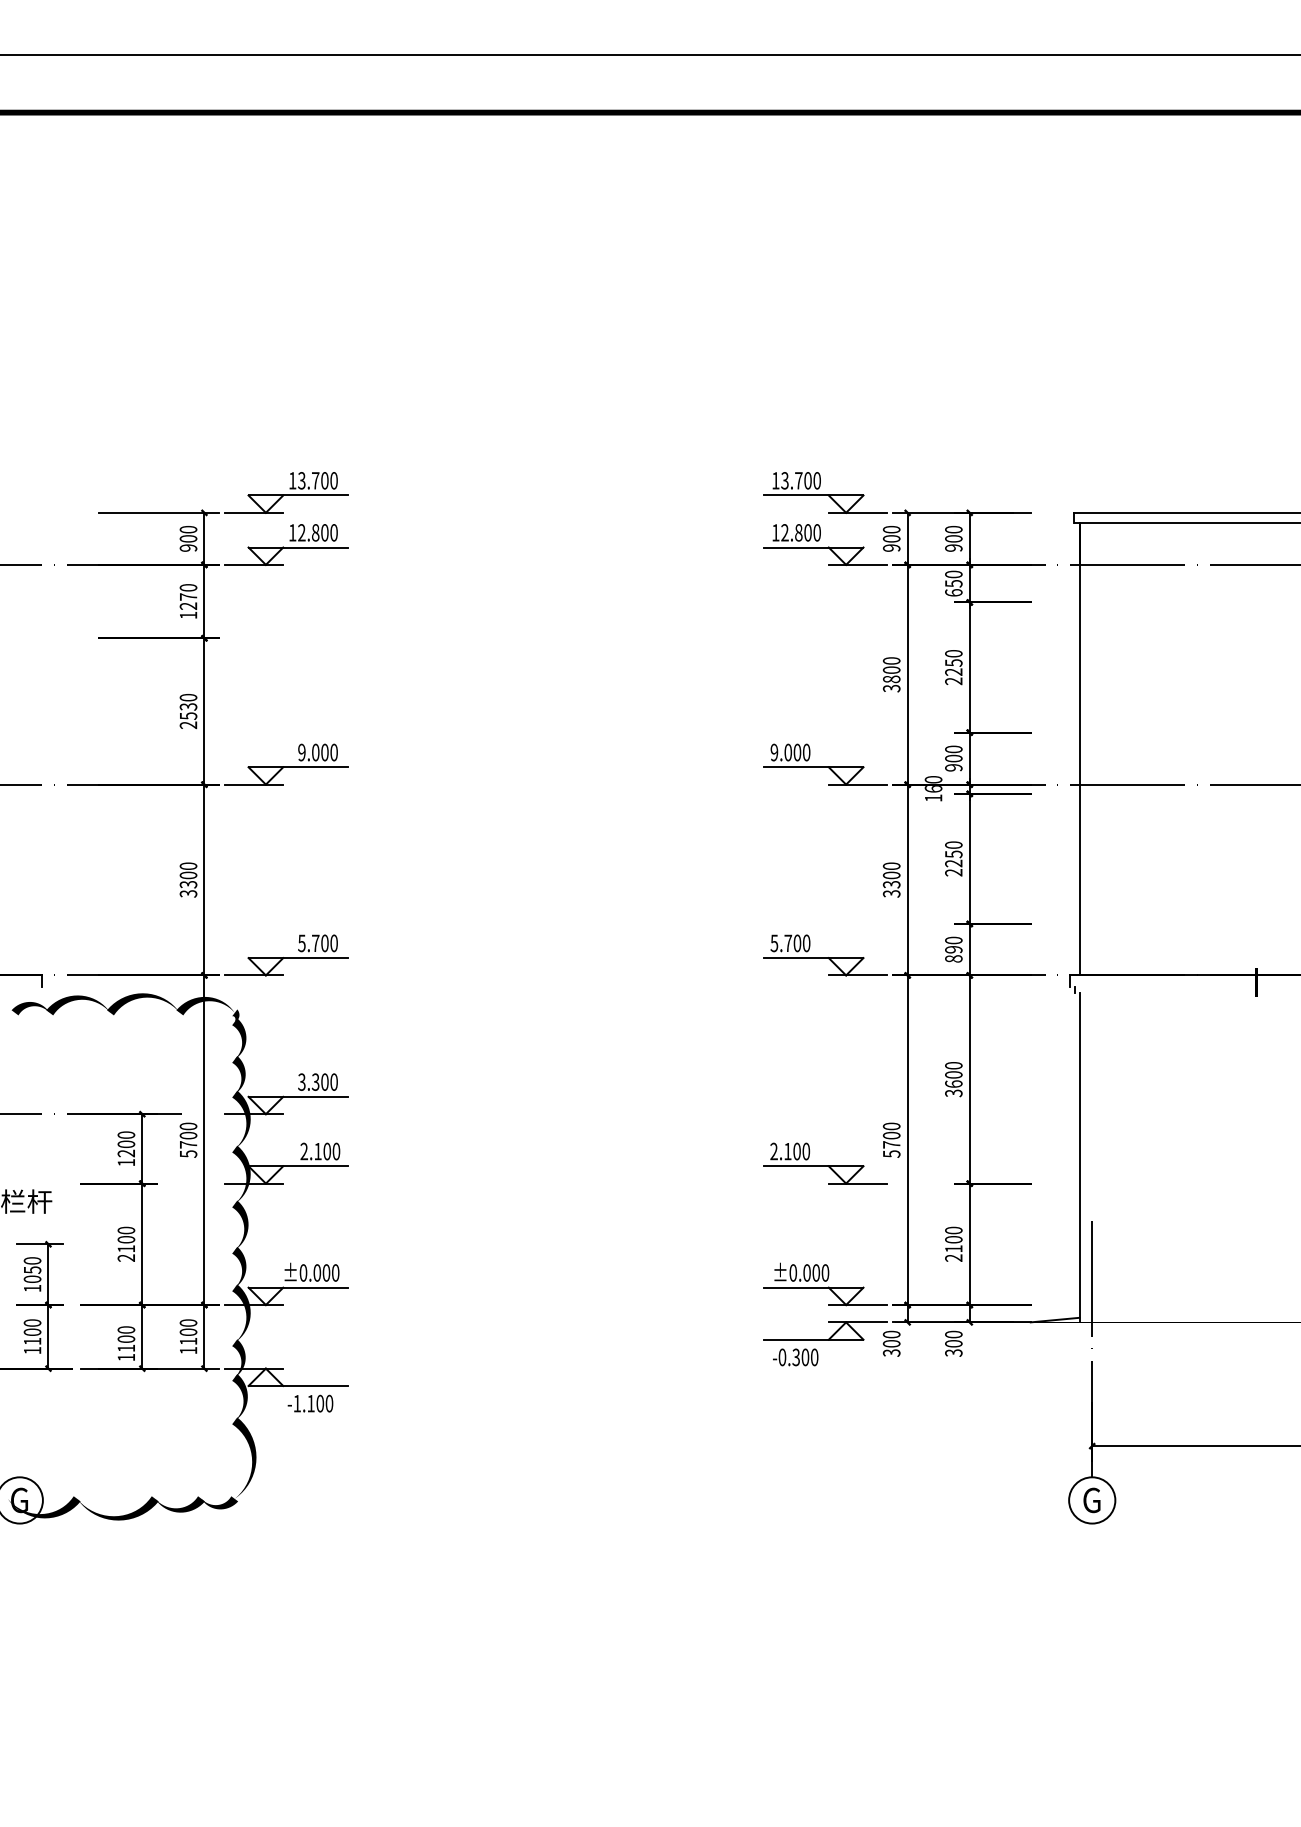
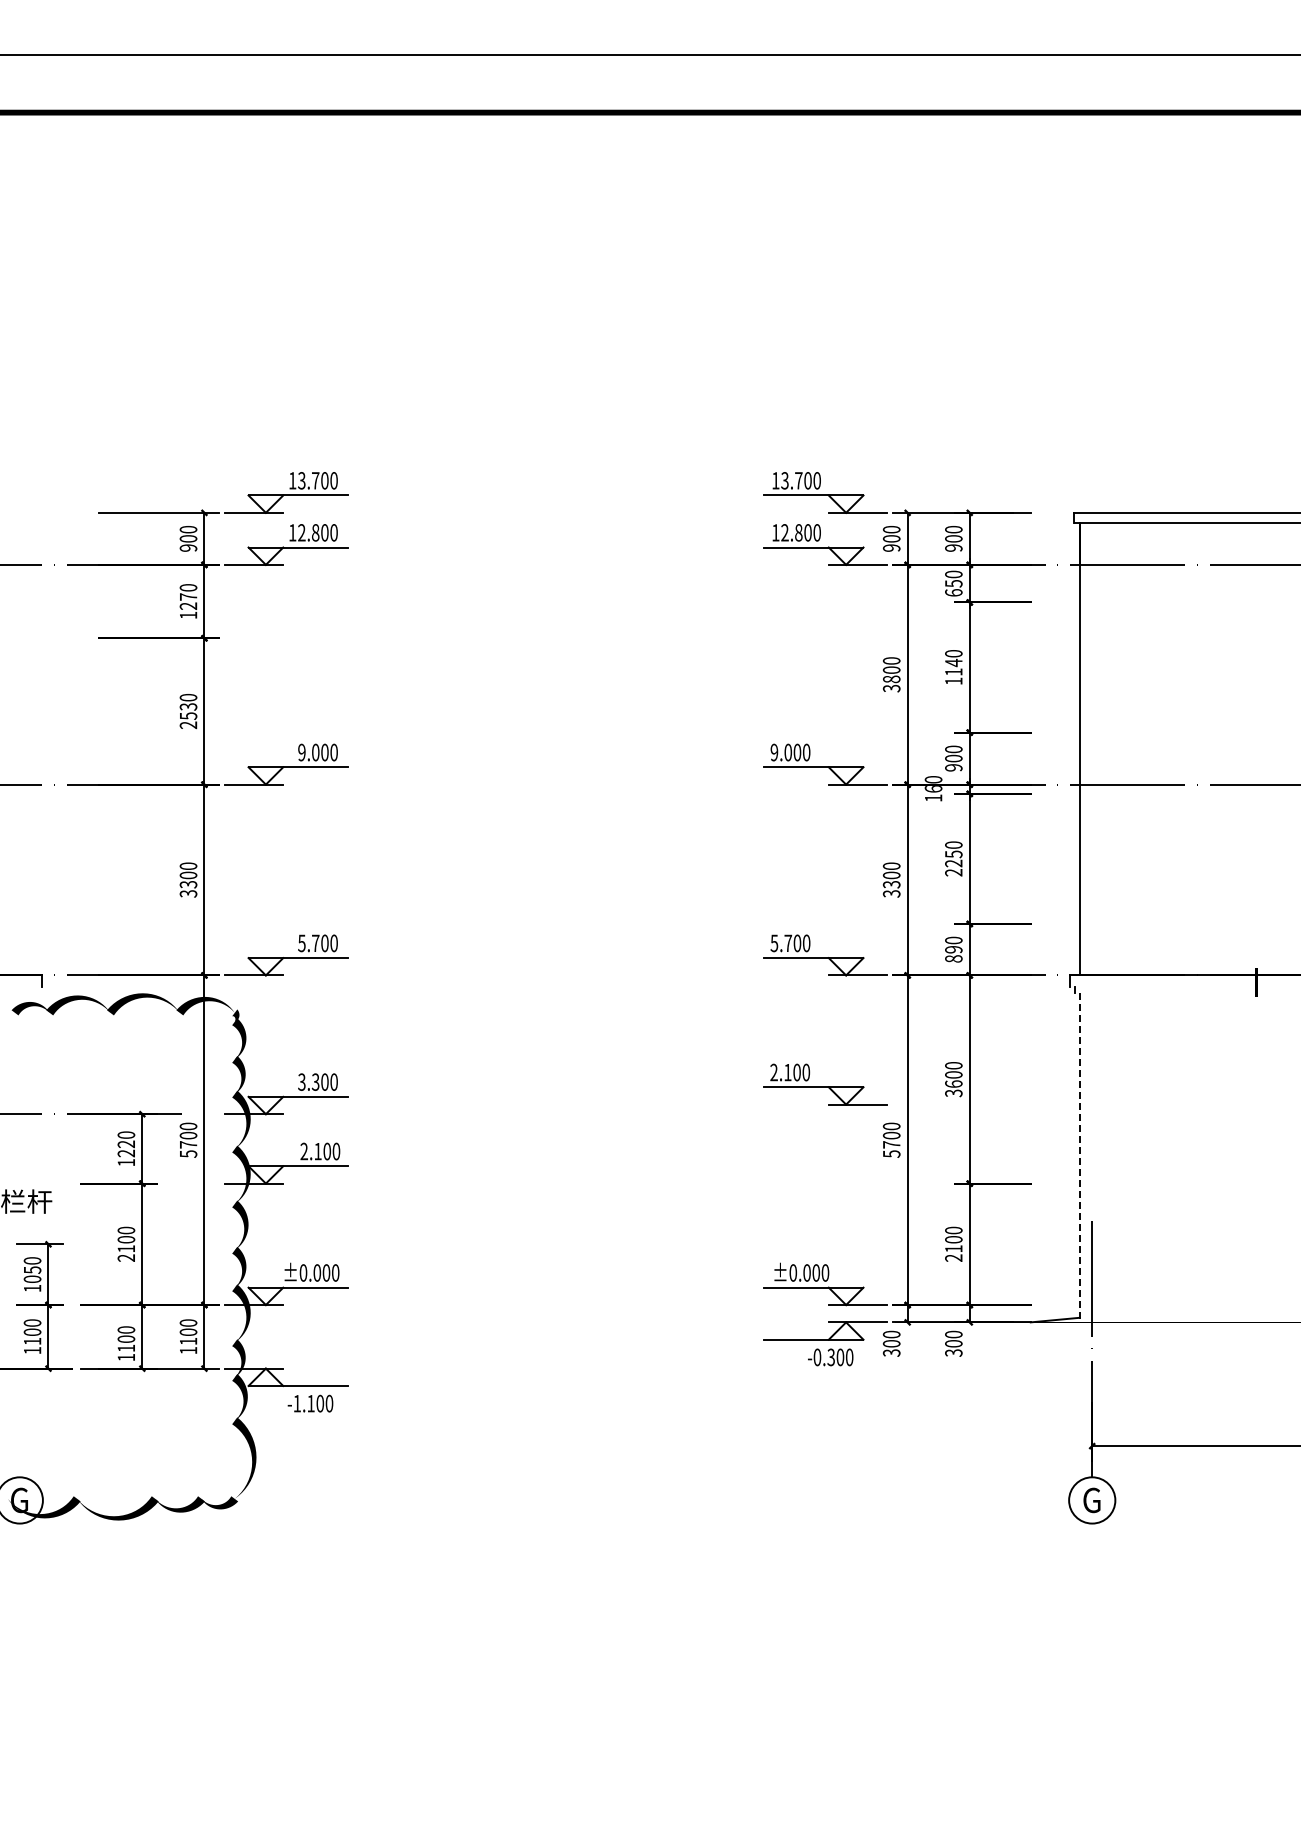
text at (953, 671): 2250 -> 1140
text at (126, 1144): 1200 -> 1220
line at (1079, 1157): solid -> dashed
part at (825, 1163) position: (825, 1163) -> (825, 1084)
text at (795, 1357) position: (795, 1357) -> (830, 1357)
